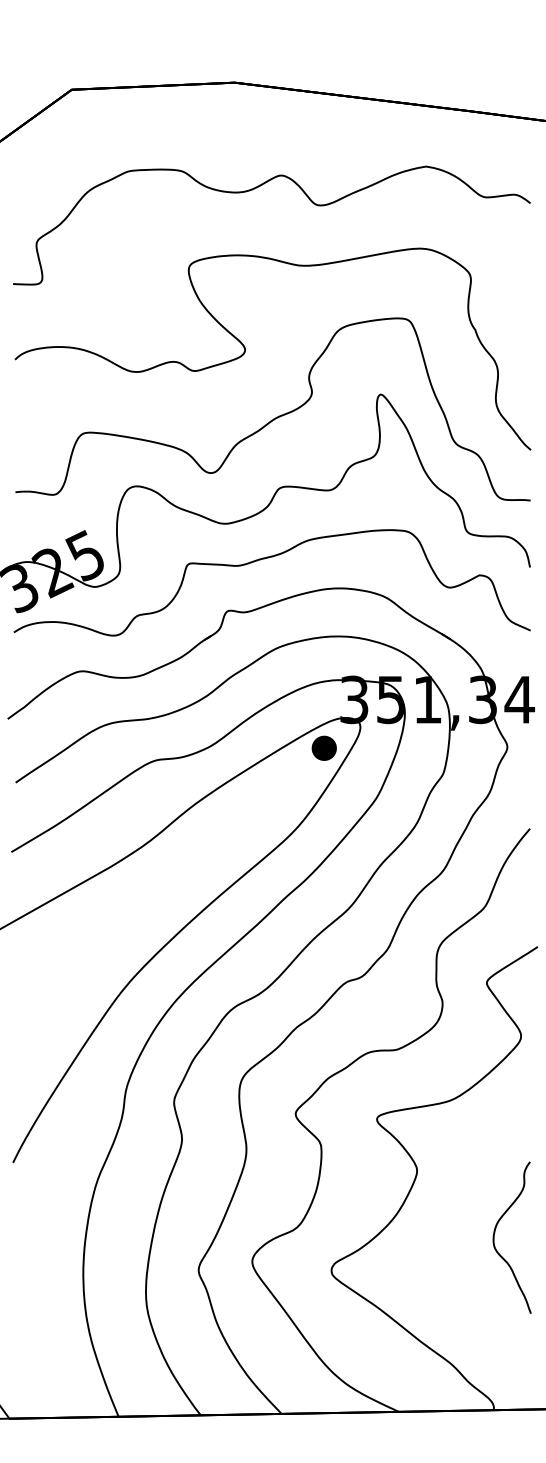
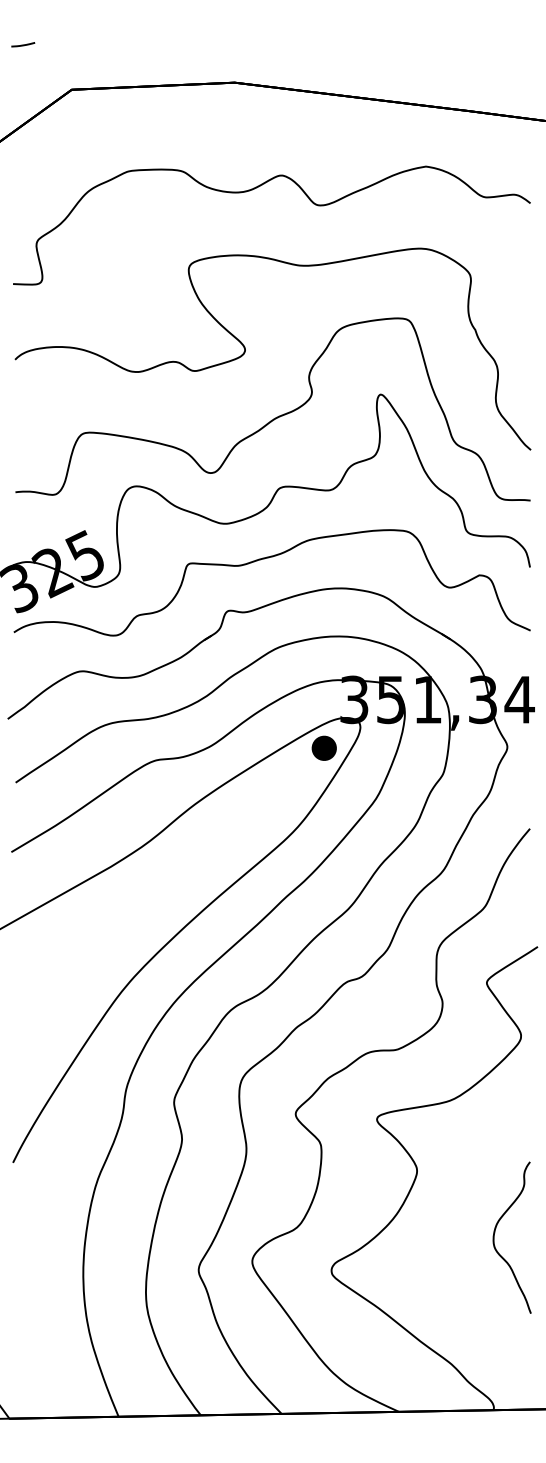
line at (23, 44): none -> present
